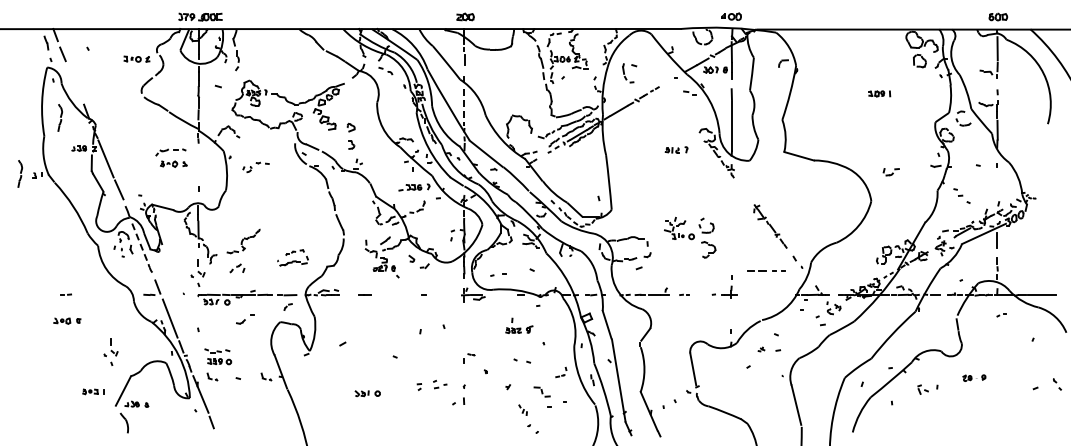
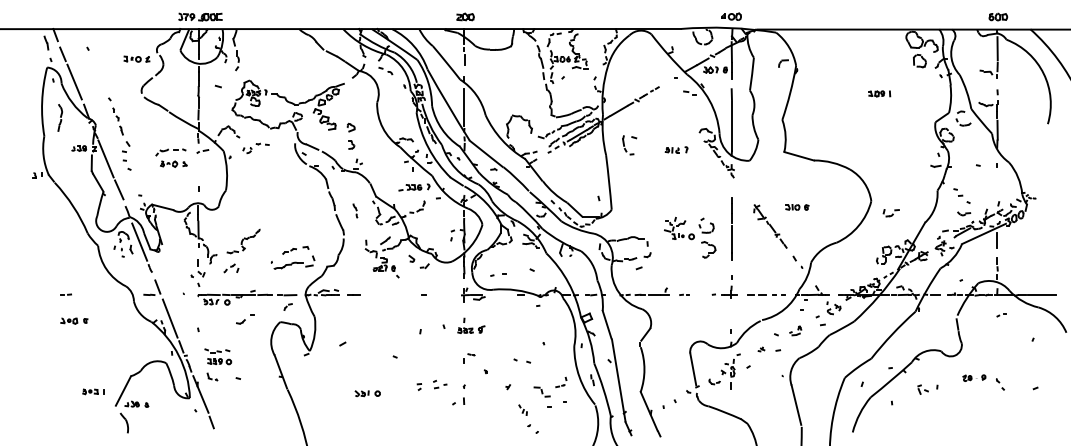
part at (629, 73) position: (629, 73) -> (629, 145)
line at (74, 81): none -> present
line at (464, 107): dashed -> solid
part at (119, 133): none -> present
part at (202, 151): none -> present
part at (255, 167) position: (255, 167) -> (255, 148)
part at (890, 172) position: (890, 172) -> (890, 213)
part at (19, 173): present -> none
part at (797, 207): none -> present
part at (355, 210): none -> present
part at (964, 213): none -> present
line at (731, 228): none -> present
line at (139, 242): dashed -> solid
part at (292, 257) size: 32x18 px -> 46x24 px
part at (237, 268) position: (237, 268) -> (231, 268)
line at (766, 270) position: (766, 270) -> (766, 294)
line at (364, 294) position: (364, 294) -> (353, 294)
part at (67, 320) position: (67, 320) -> (74, 320)
part at (519, 325) position: (519, 325) -> (471, 325)
part at (795, 330): none -> present
part at (110, 351): present -> none
part at (724, 371): none -> present
part at (561, 372) position: (561, 372) -> (561, 382)
part at (266, 376): present -> none
part at (1057, 384) position: (1057, 384) -> (1000, 384)
